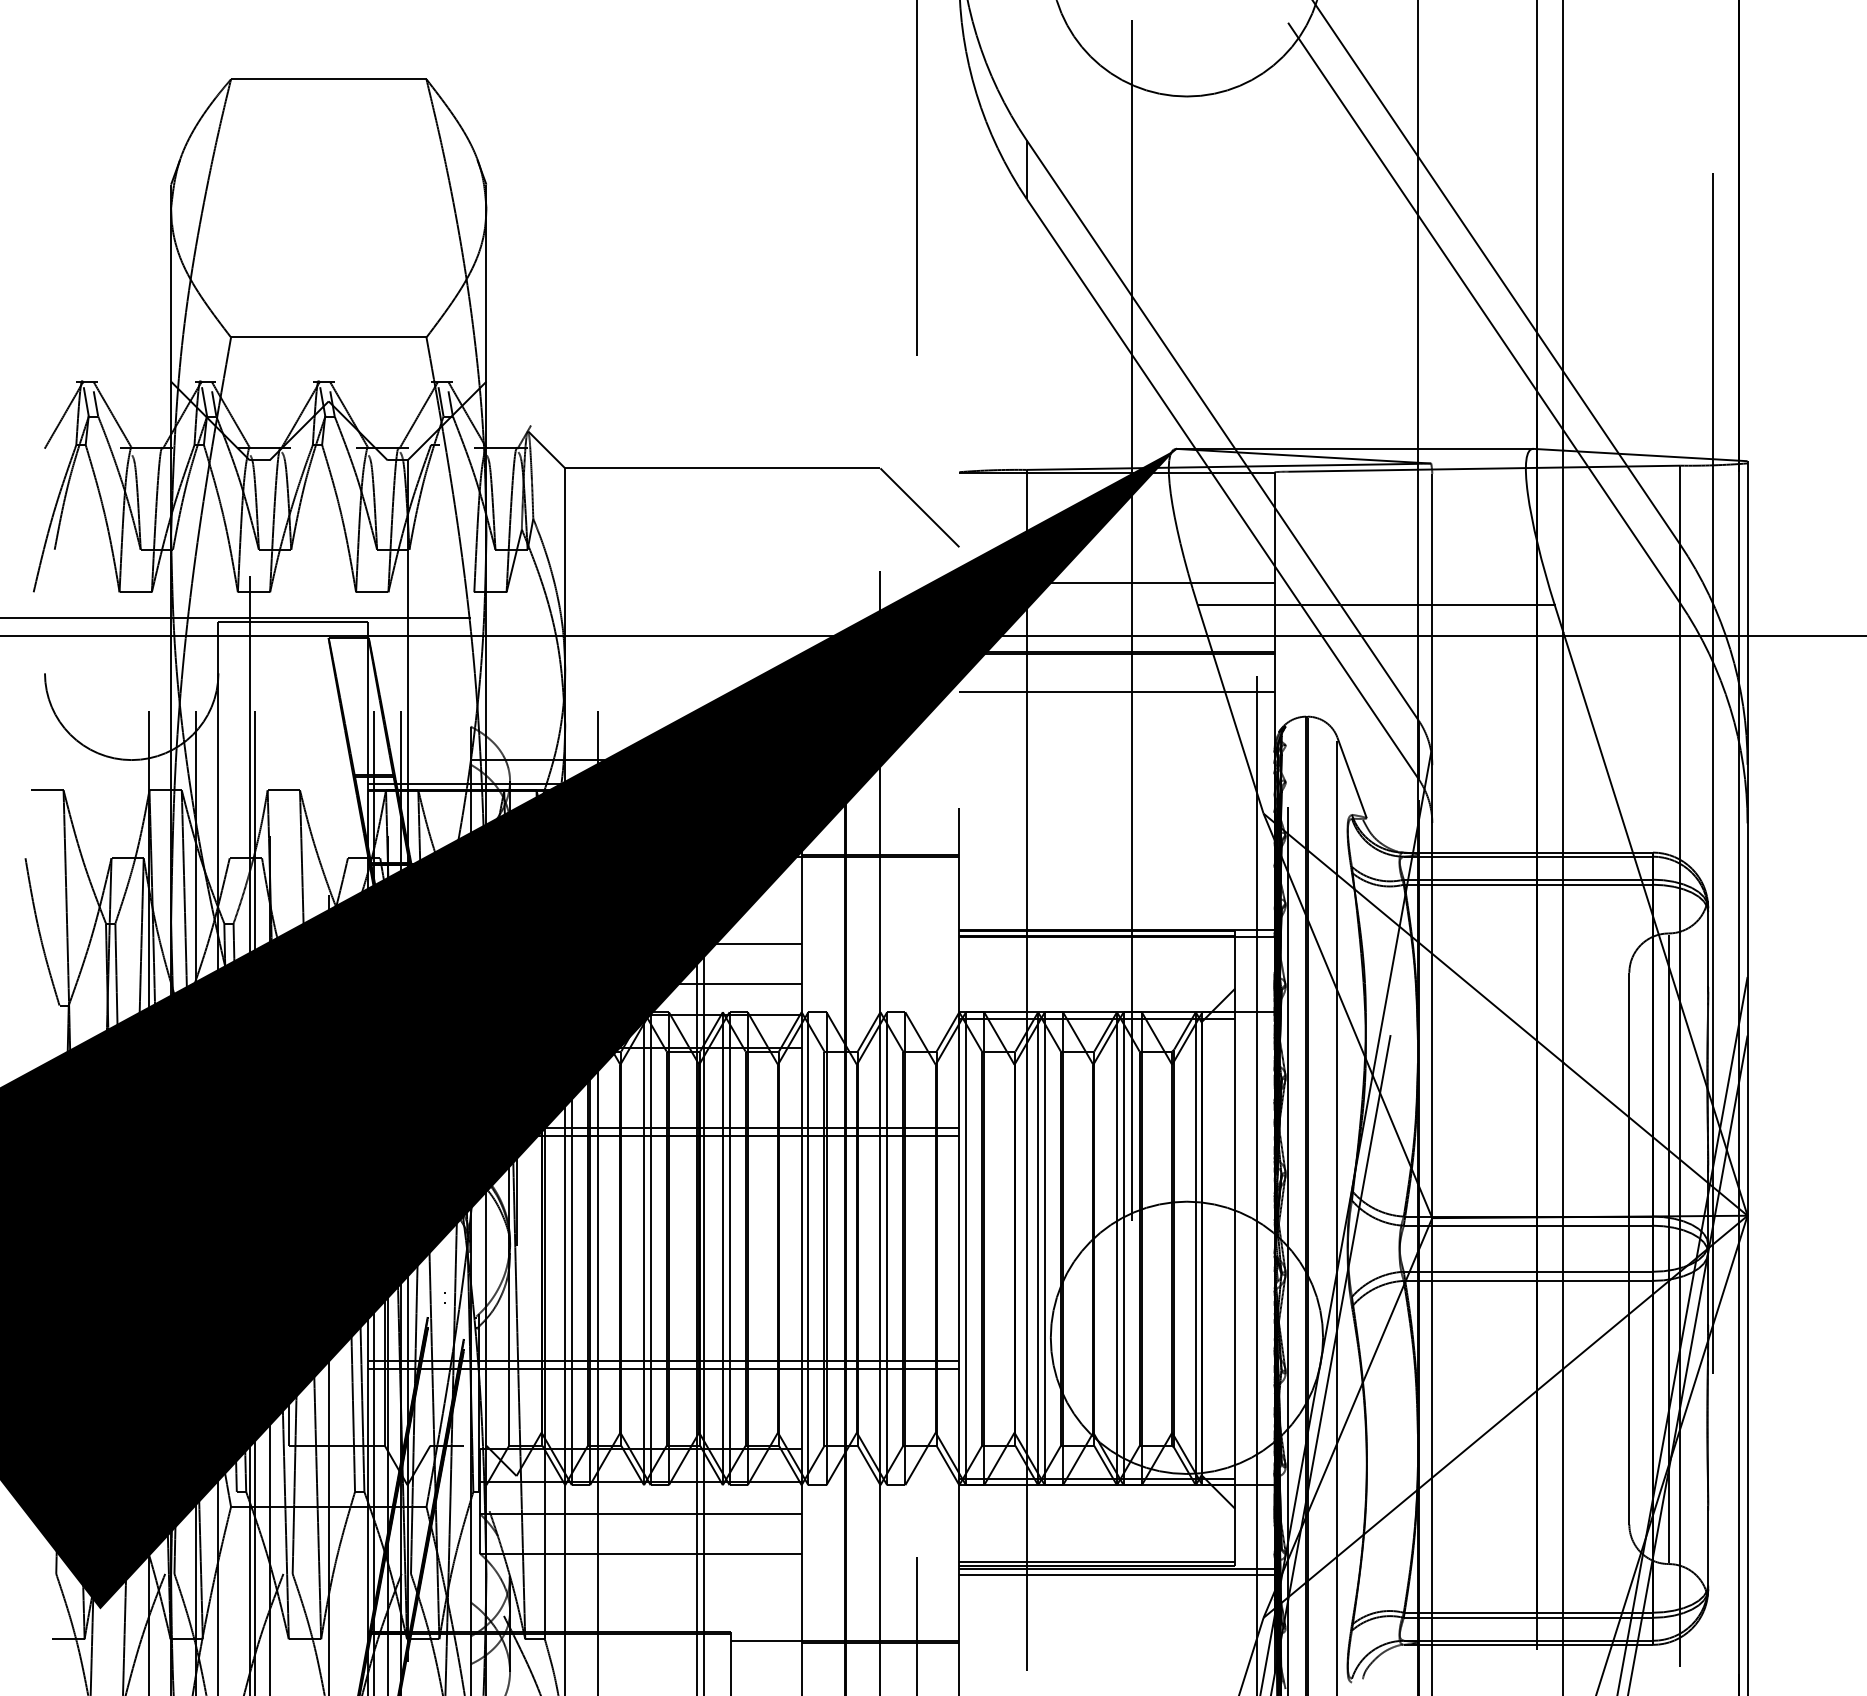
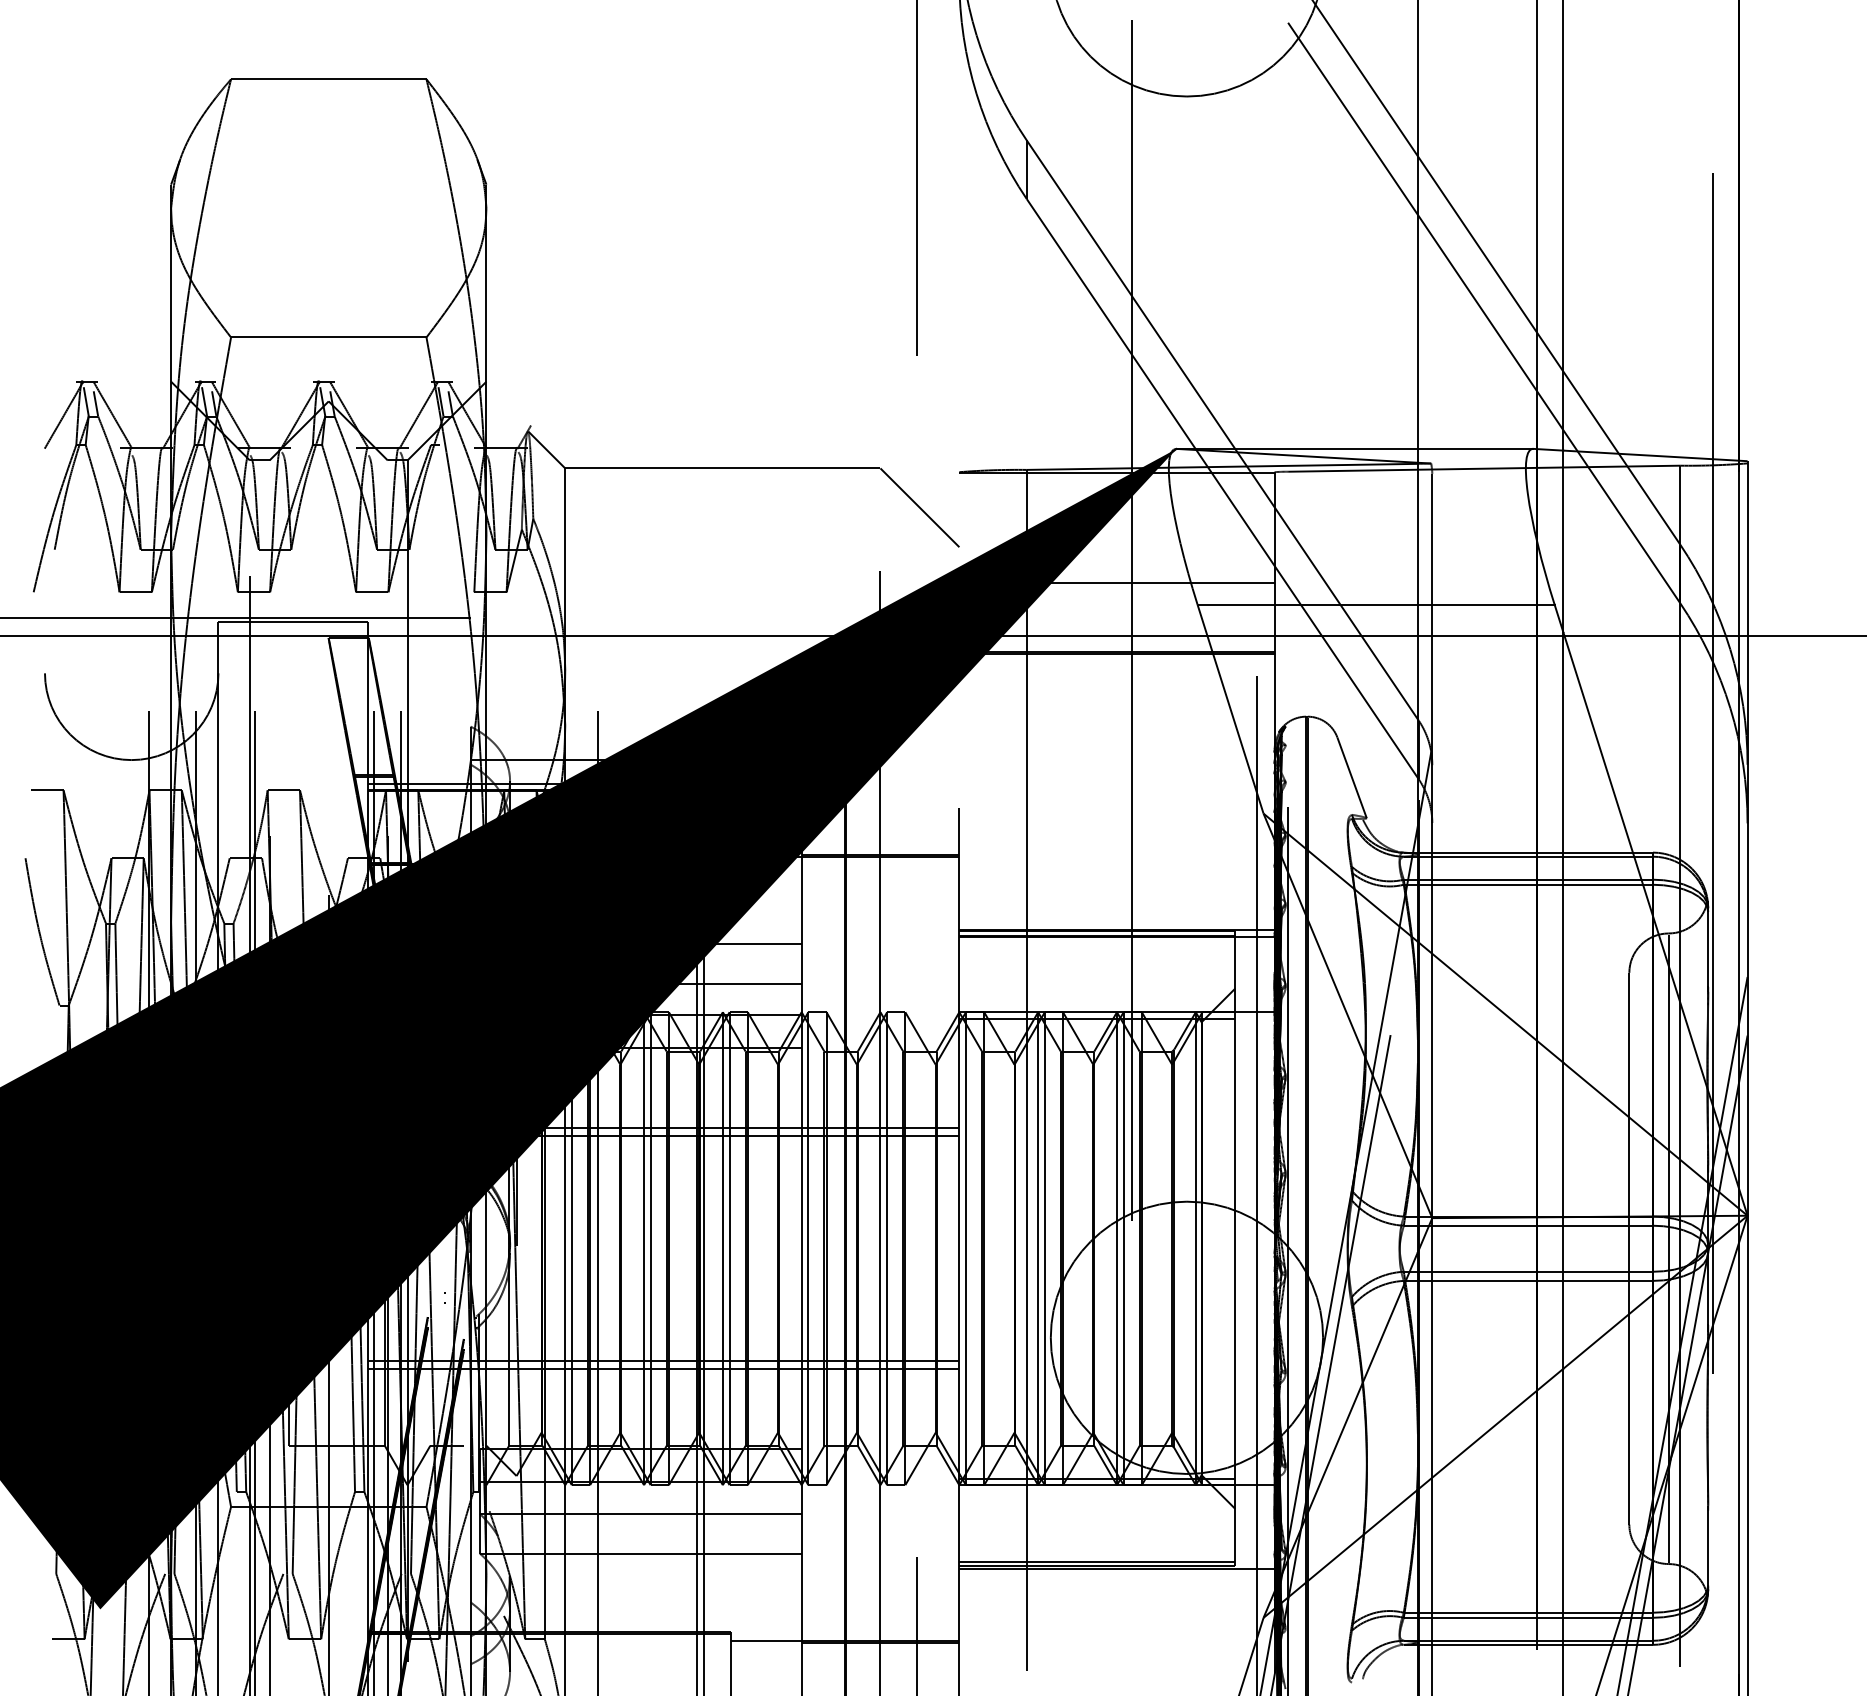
line at (1116, 692): present -> none
line at (1337, 1216): present -> none
line at (1116, 1575): present -> none
